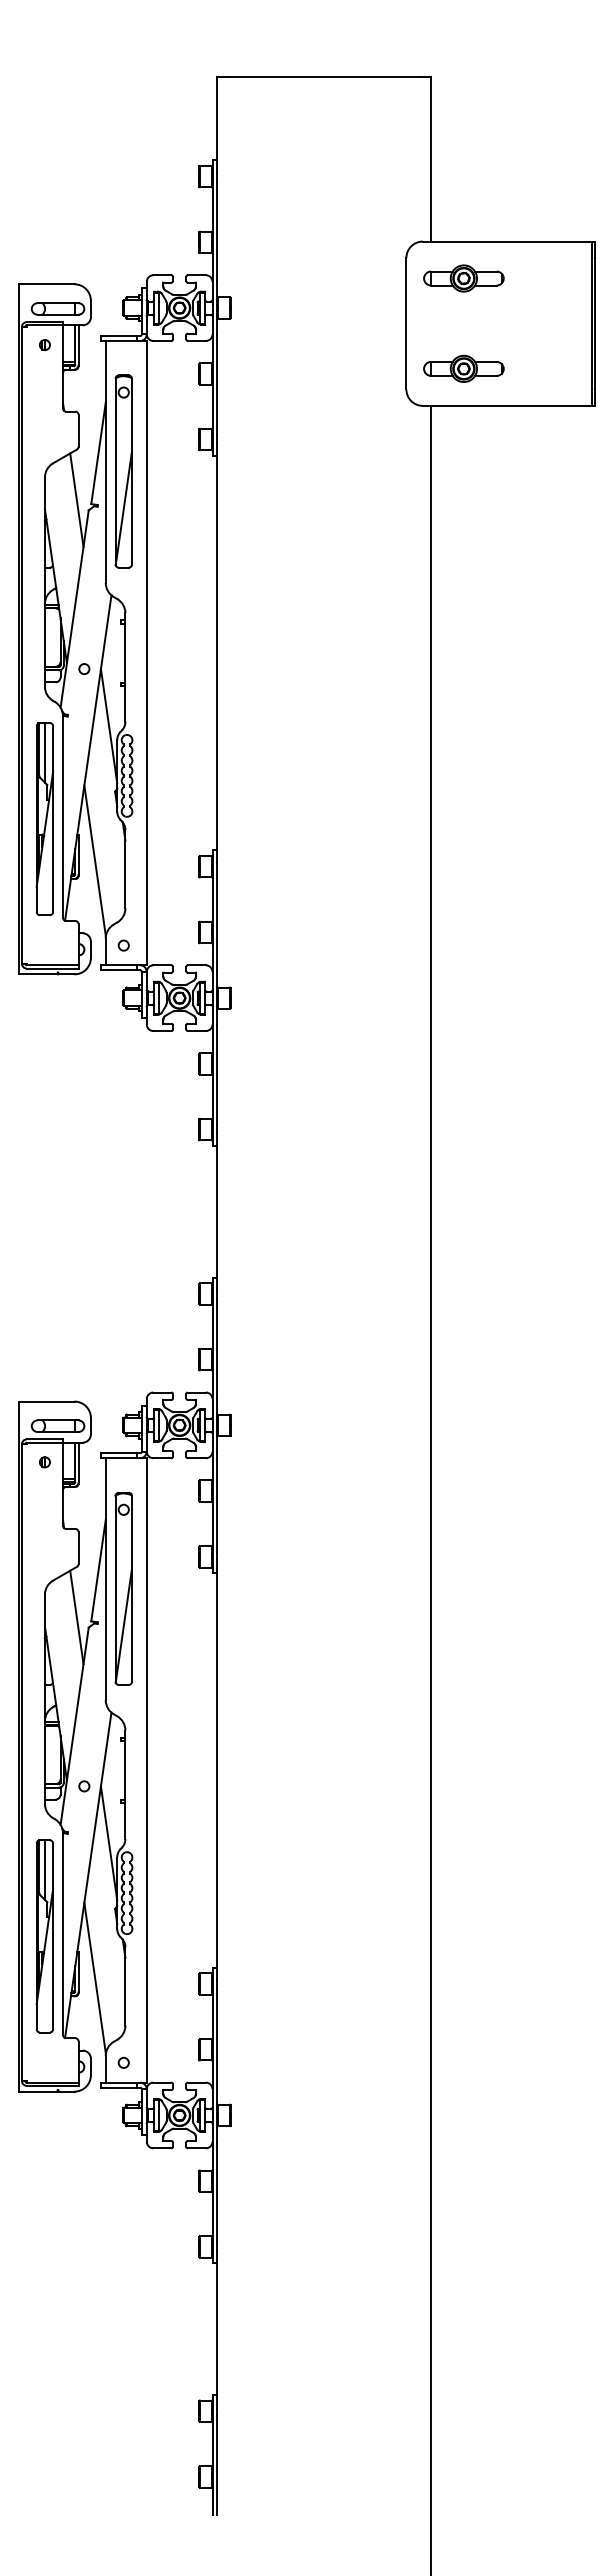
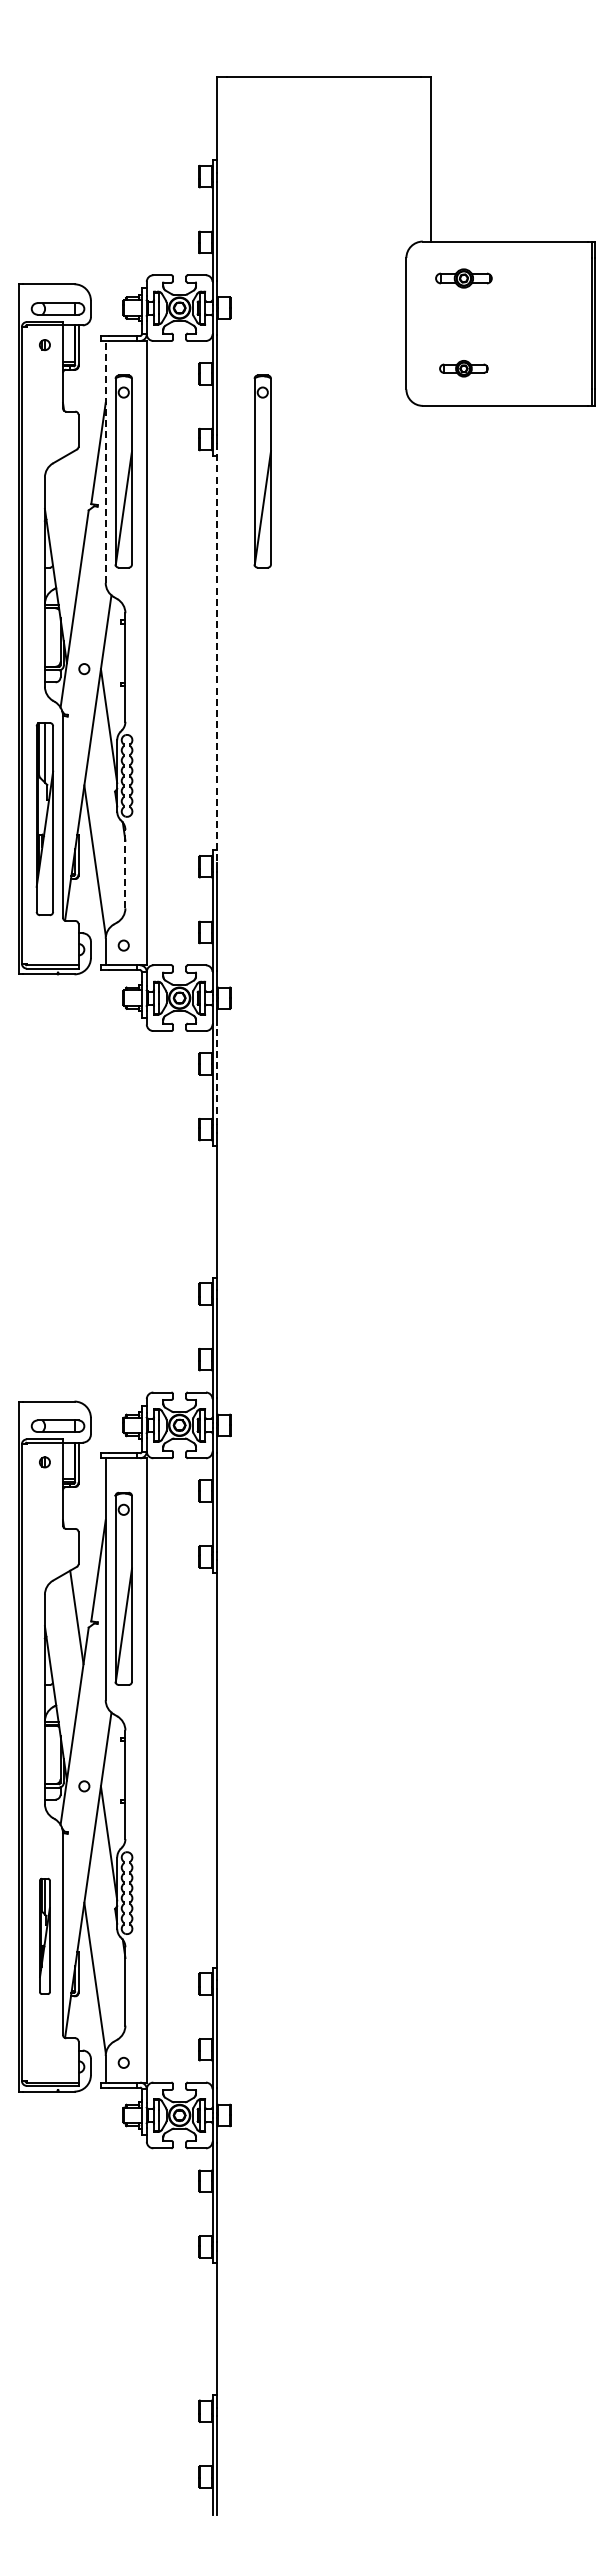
part at (463, 278) size: 82x29 px -> 58x21 px
part at (463, 368) size: 82x29 px -> 50x18 px
line at (105, 461): solid -> dashed
part at (262, 471): none -> present
line at (76, 499): present -> none
line at (217, 653): solid -> dashed
line at (125, 868): solid -> dashed
line at (217, 1075): solid -> dashed
line at (431, 1488): present -> none
part at (44, 1936) size: 20x195 px -> 12x118 px
